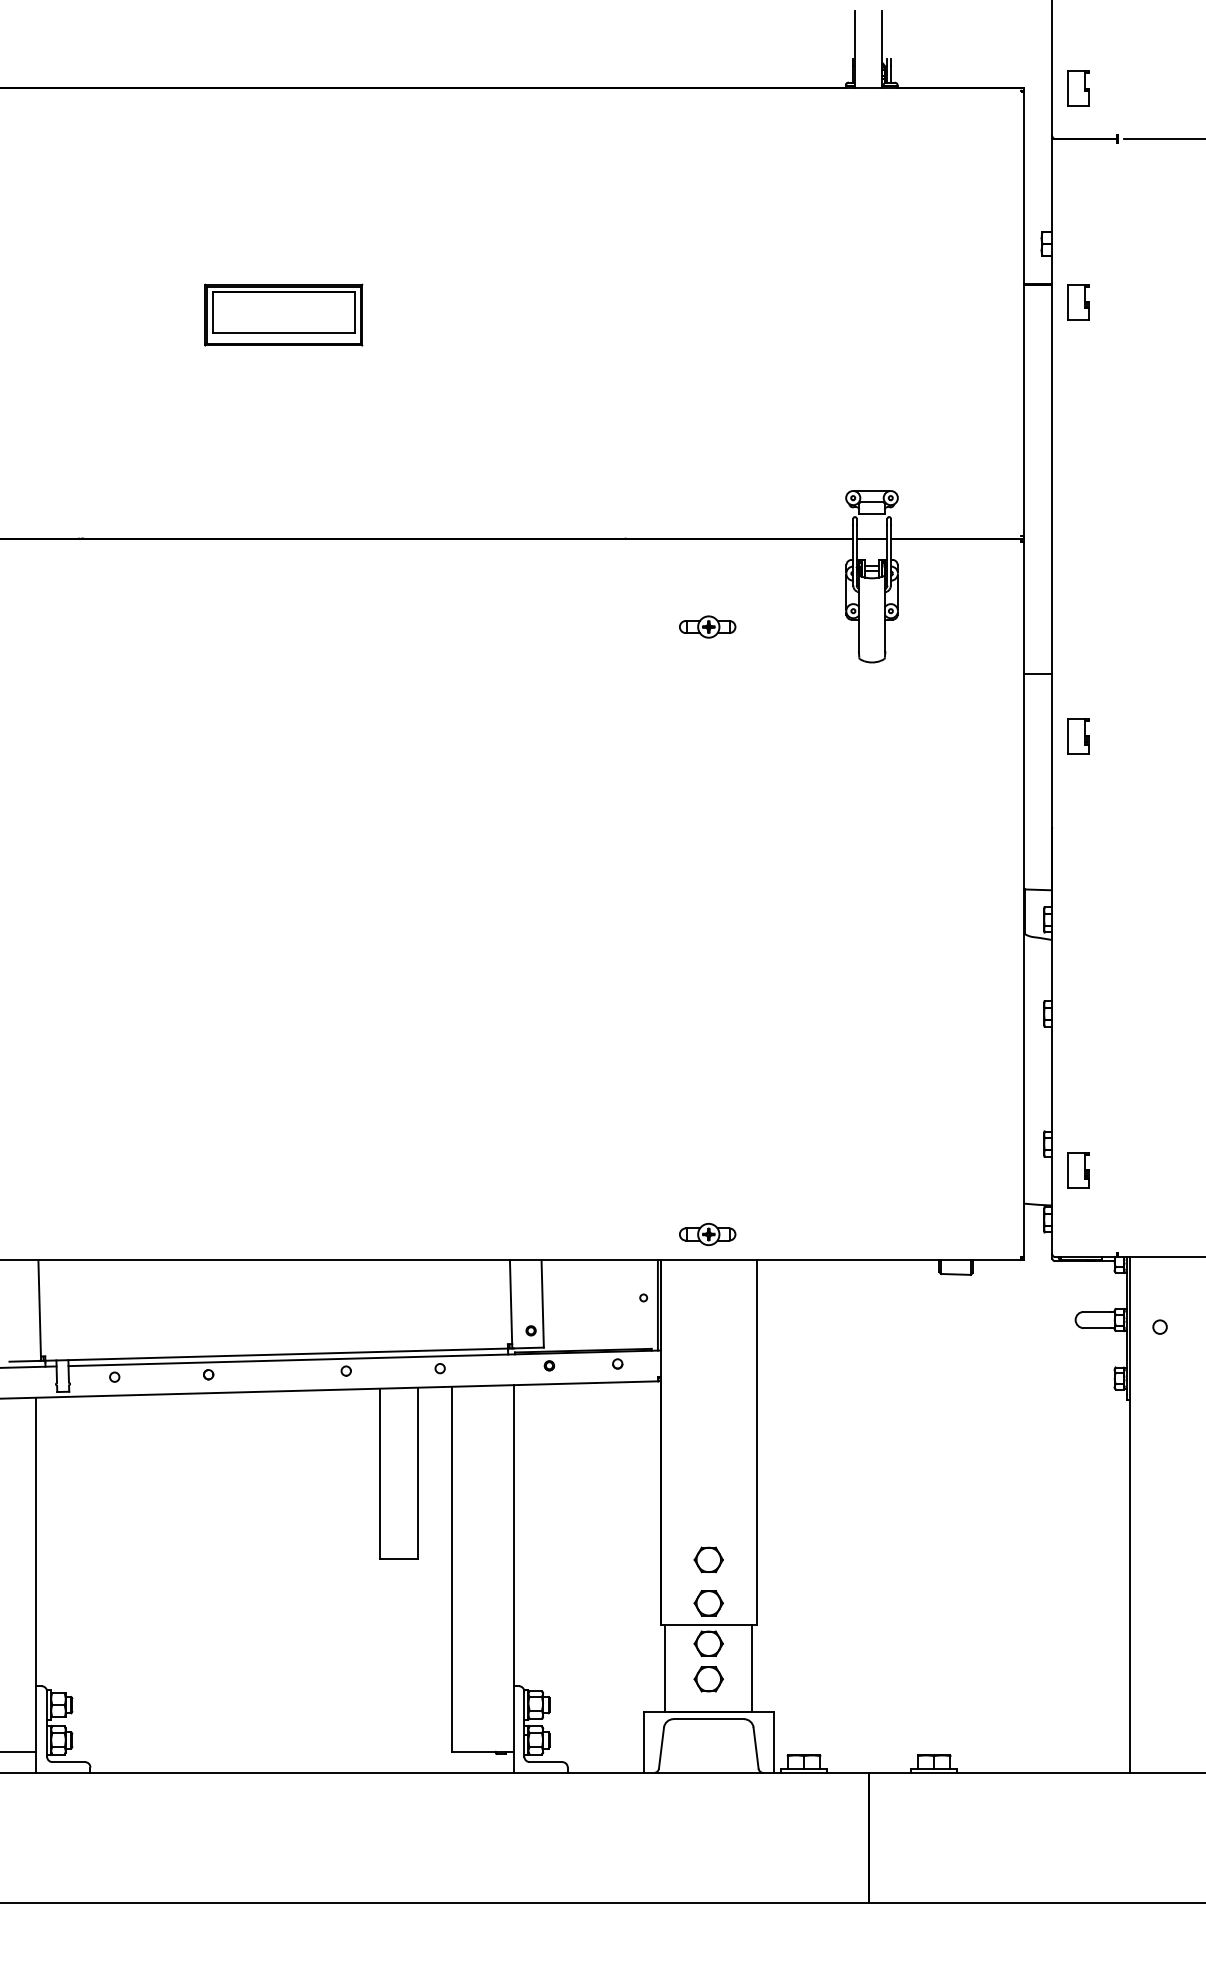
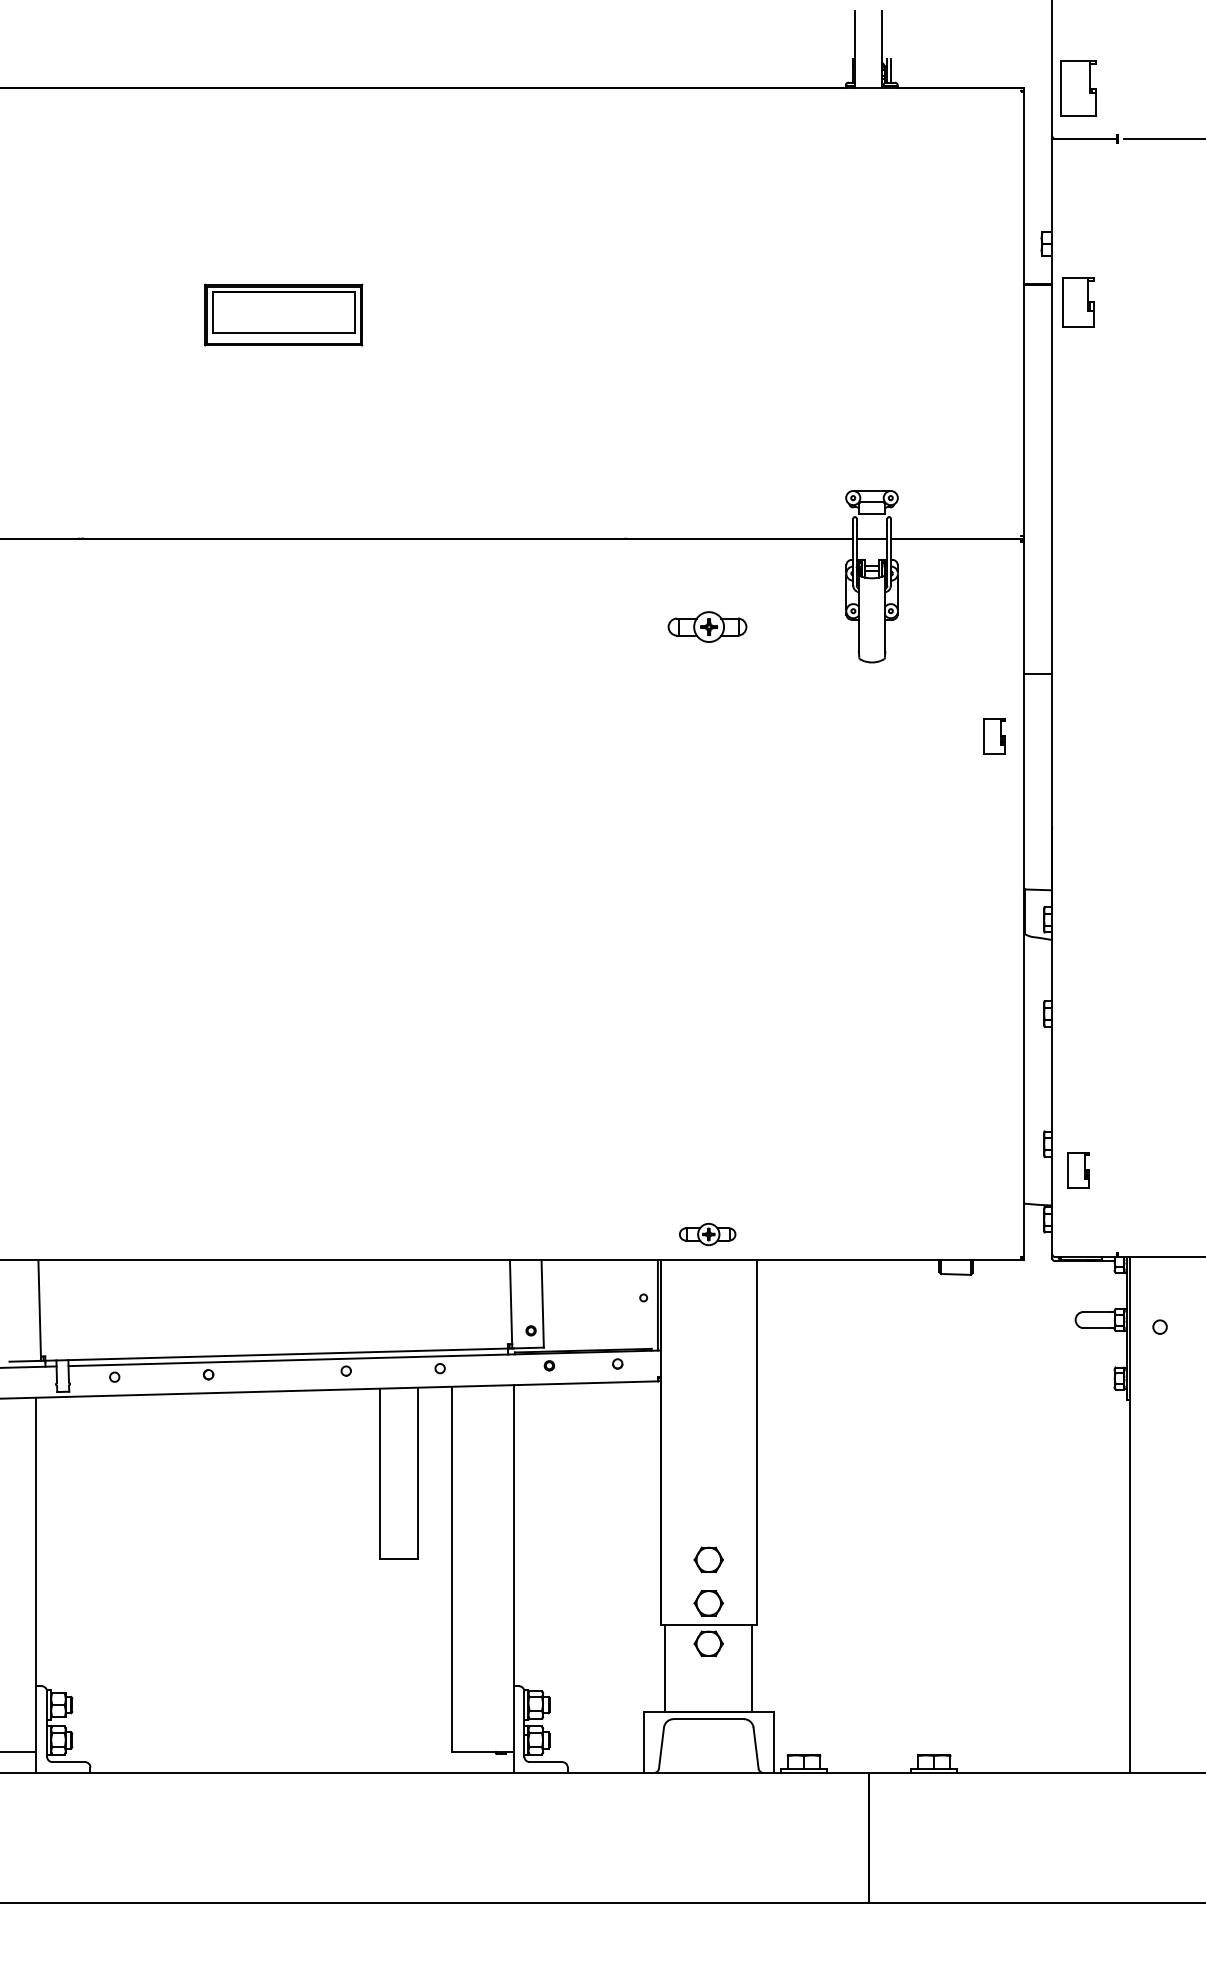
part at (1078, 88) size: 23x37 px -> 37x57 px
part at (1078, 302) size: 23x37 px -> 33x51 px
part at (707, 626) size: 58x24 px -> 81x32 px
part at (1078, 736) position: (1078, 736) -> (994, 736)
part at (708, 1679): present -> none
